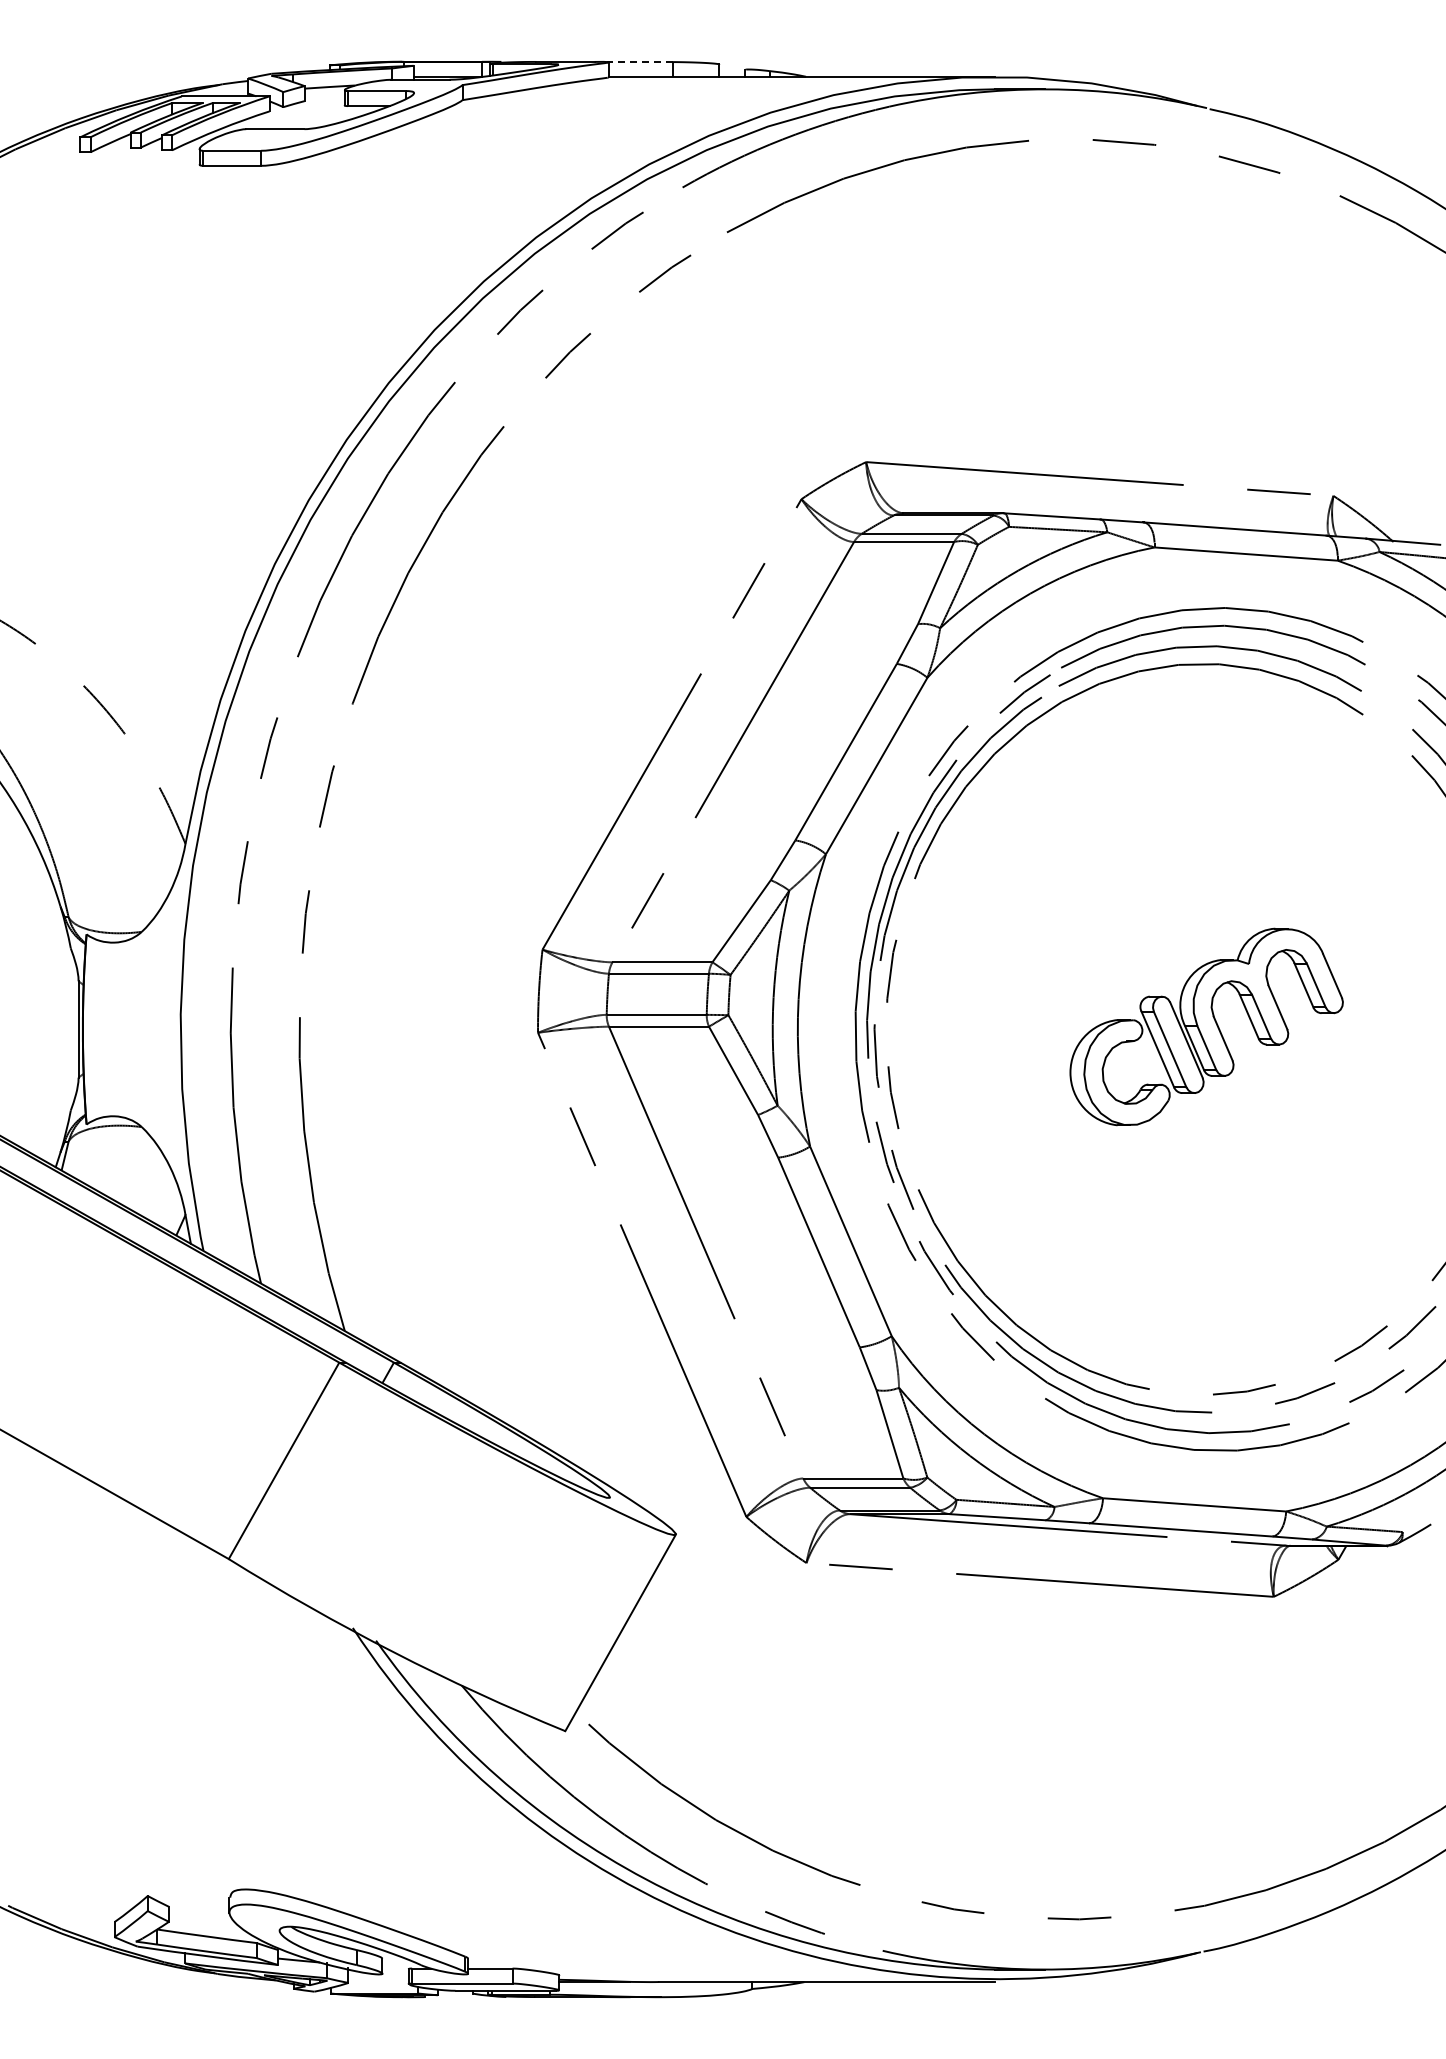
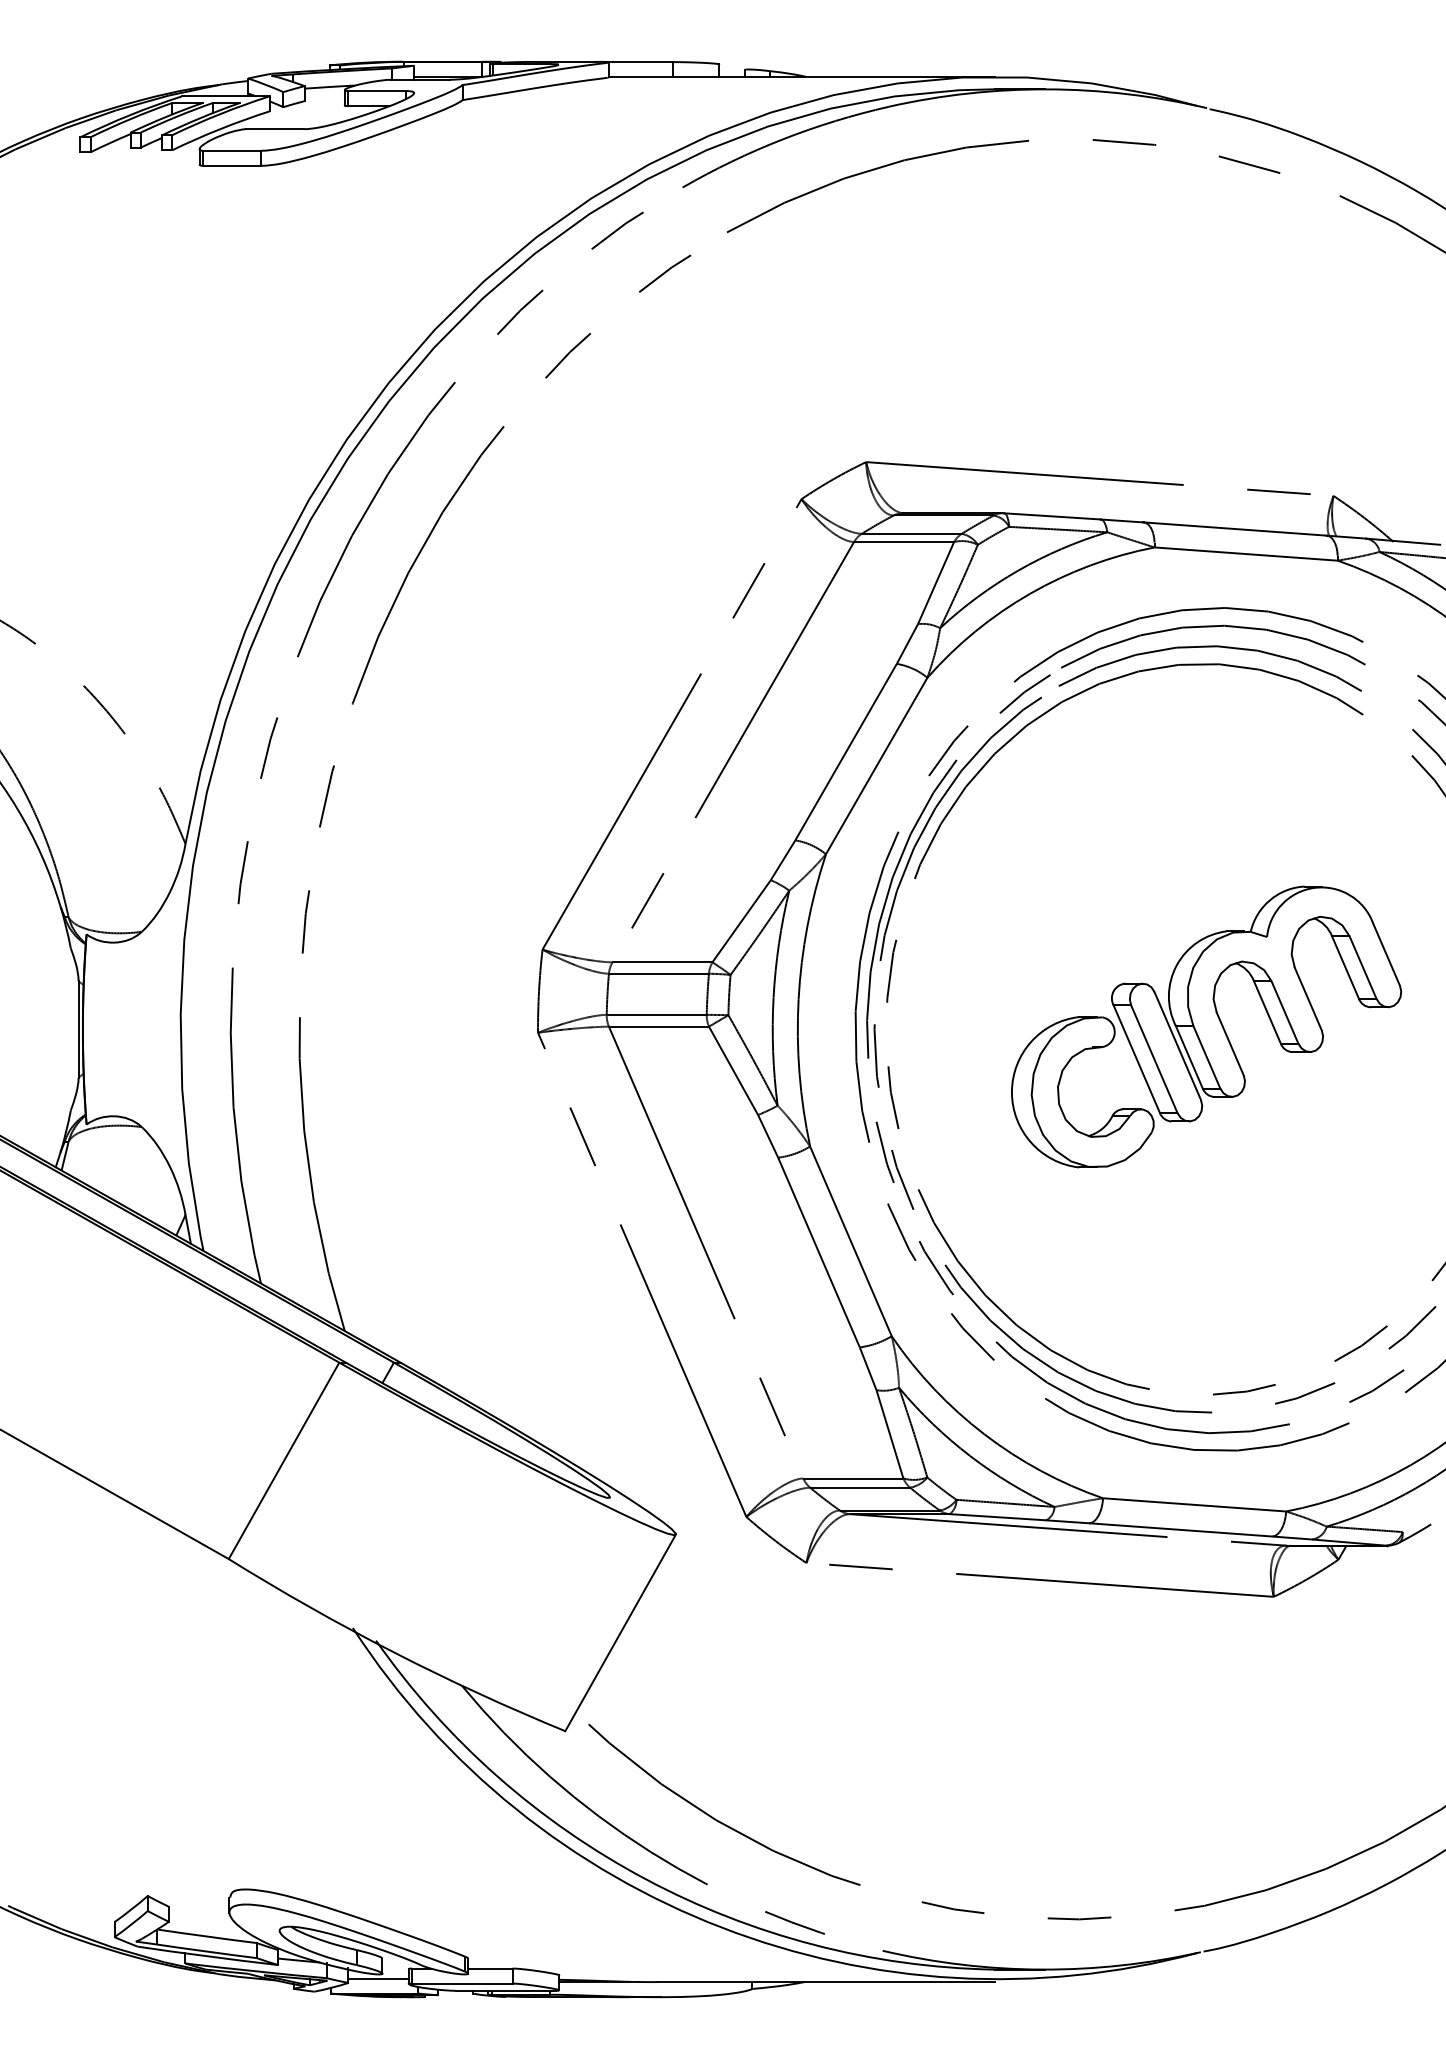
line at (639, 62): dashed -> solid
part at (1206, 1026) size: 275x200 px -> 392x284 px
line at (378, 1978): none -> present
